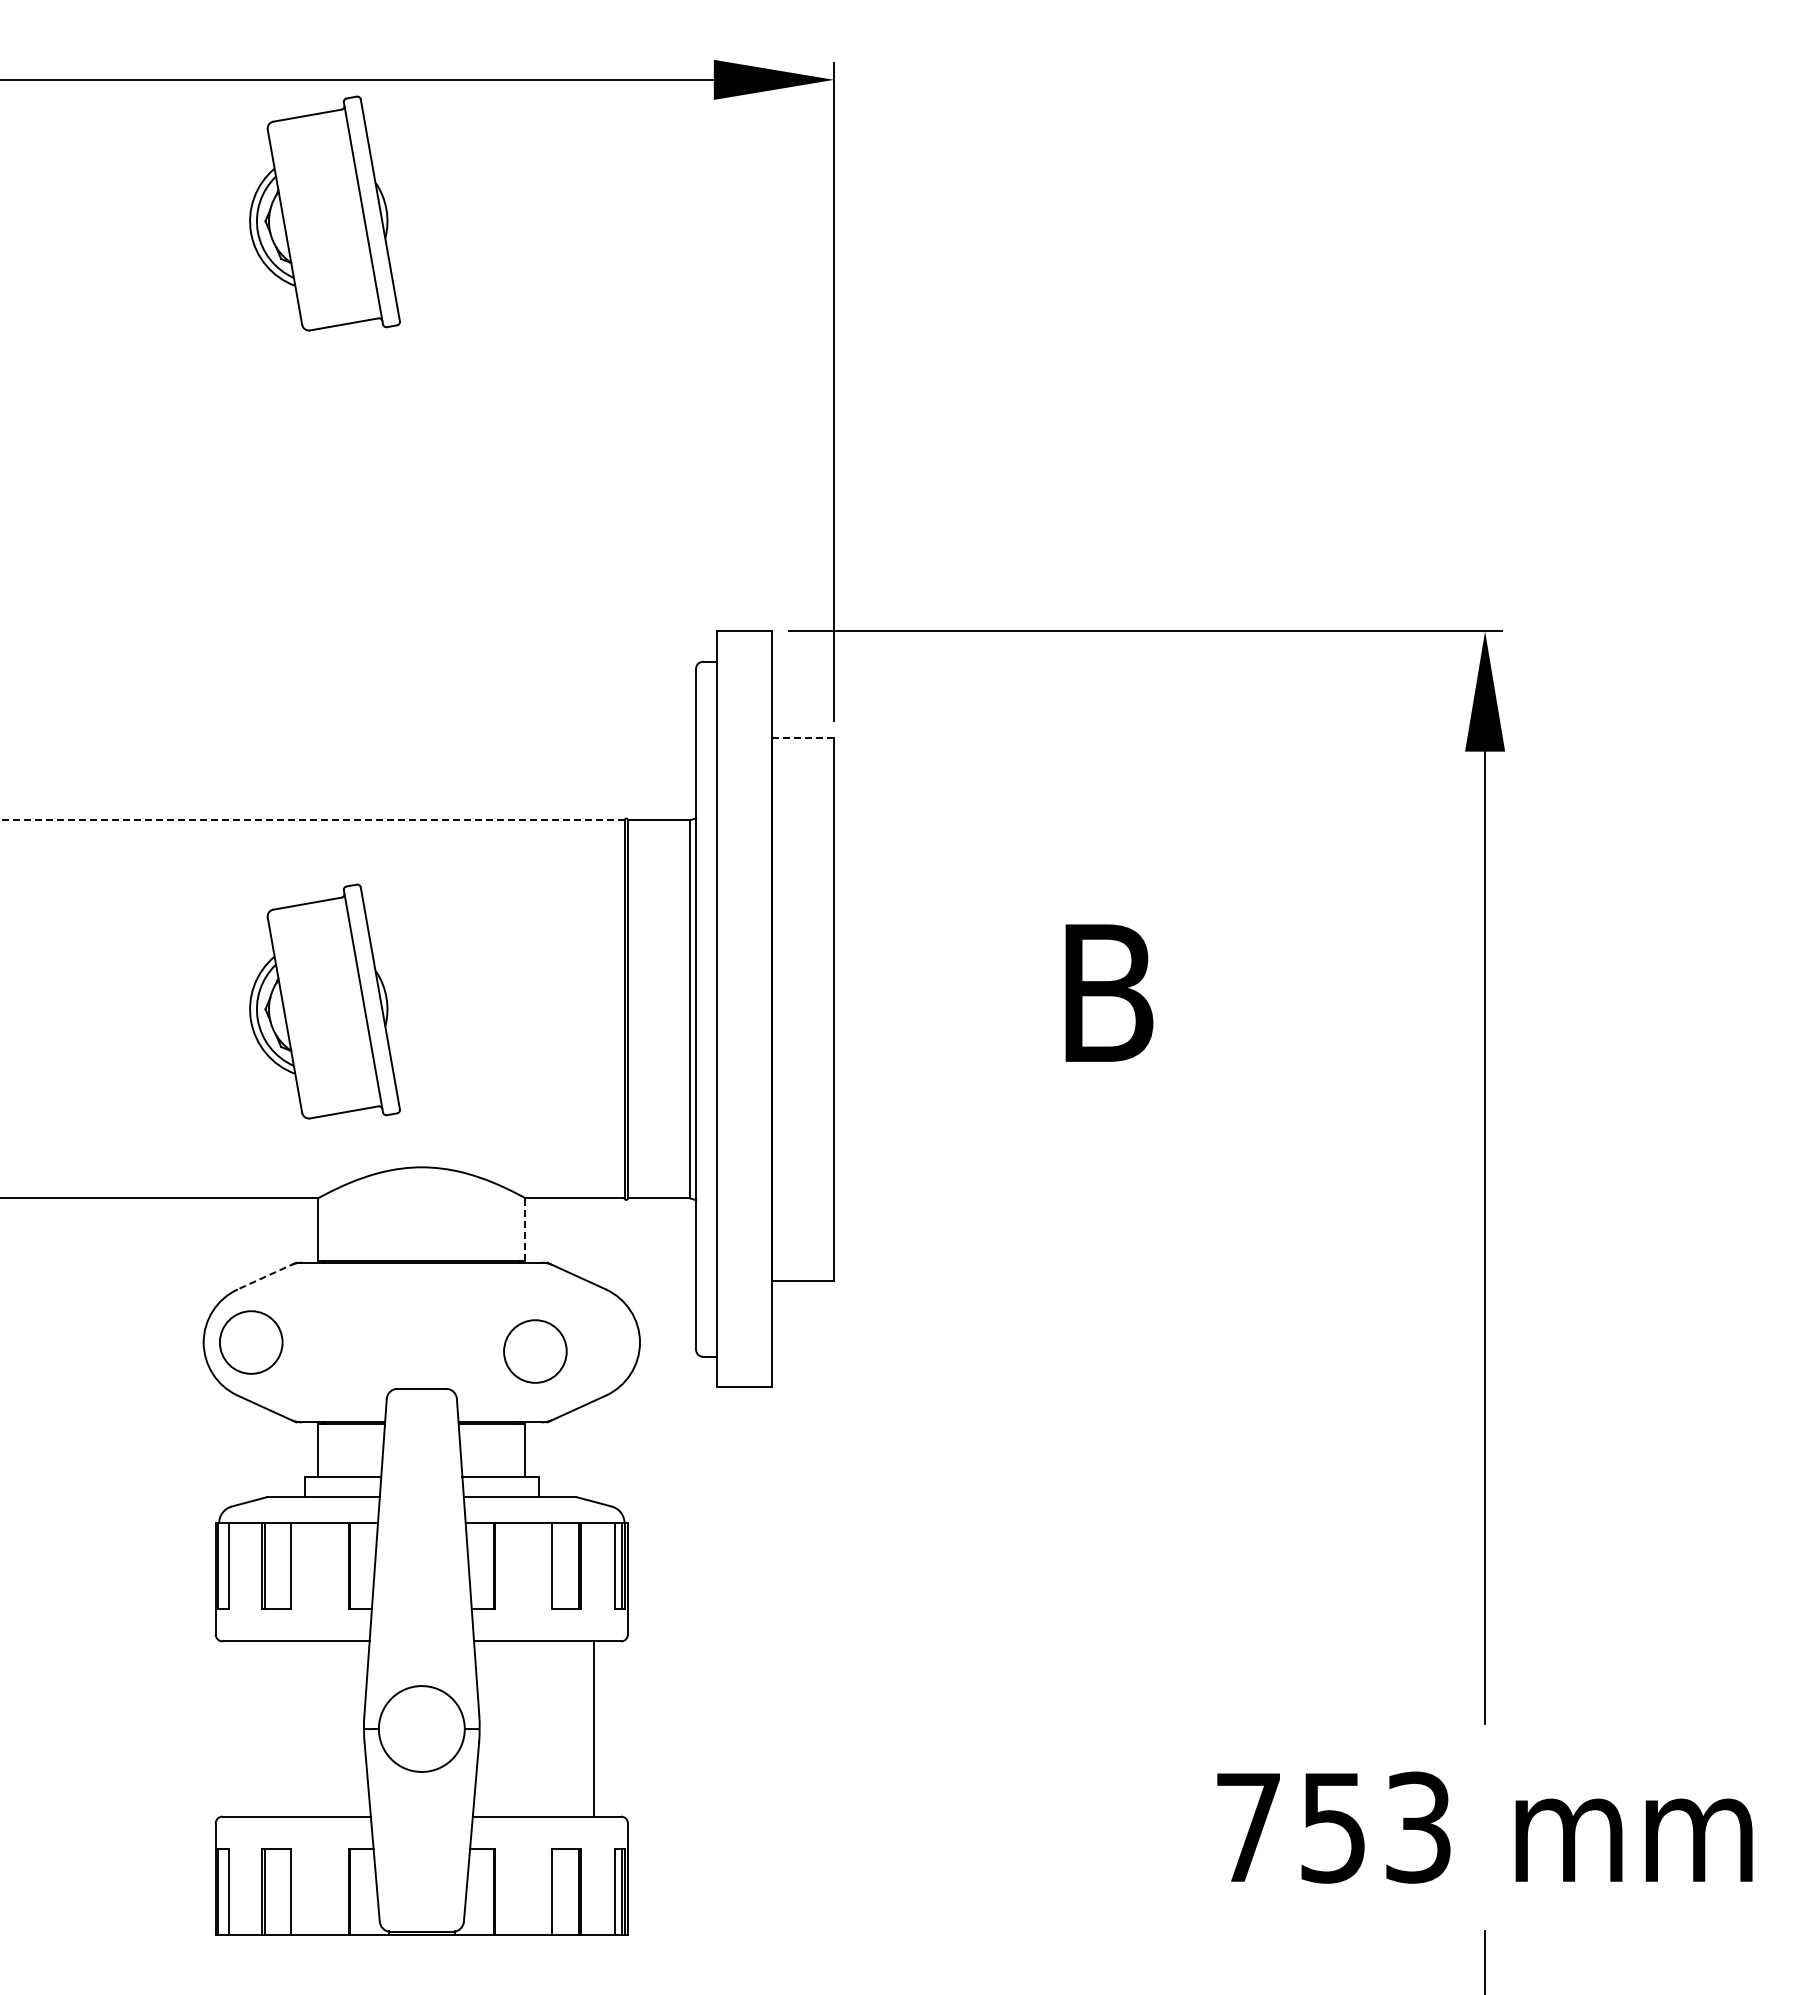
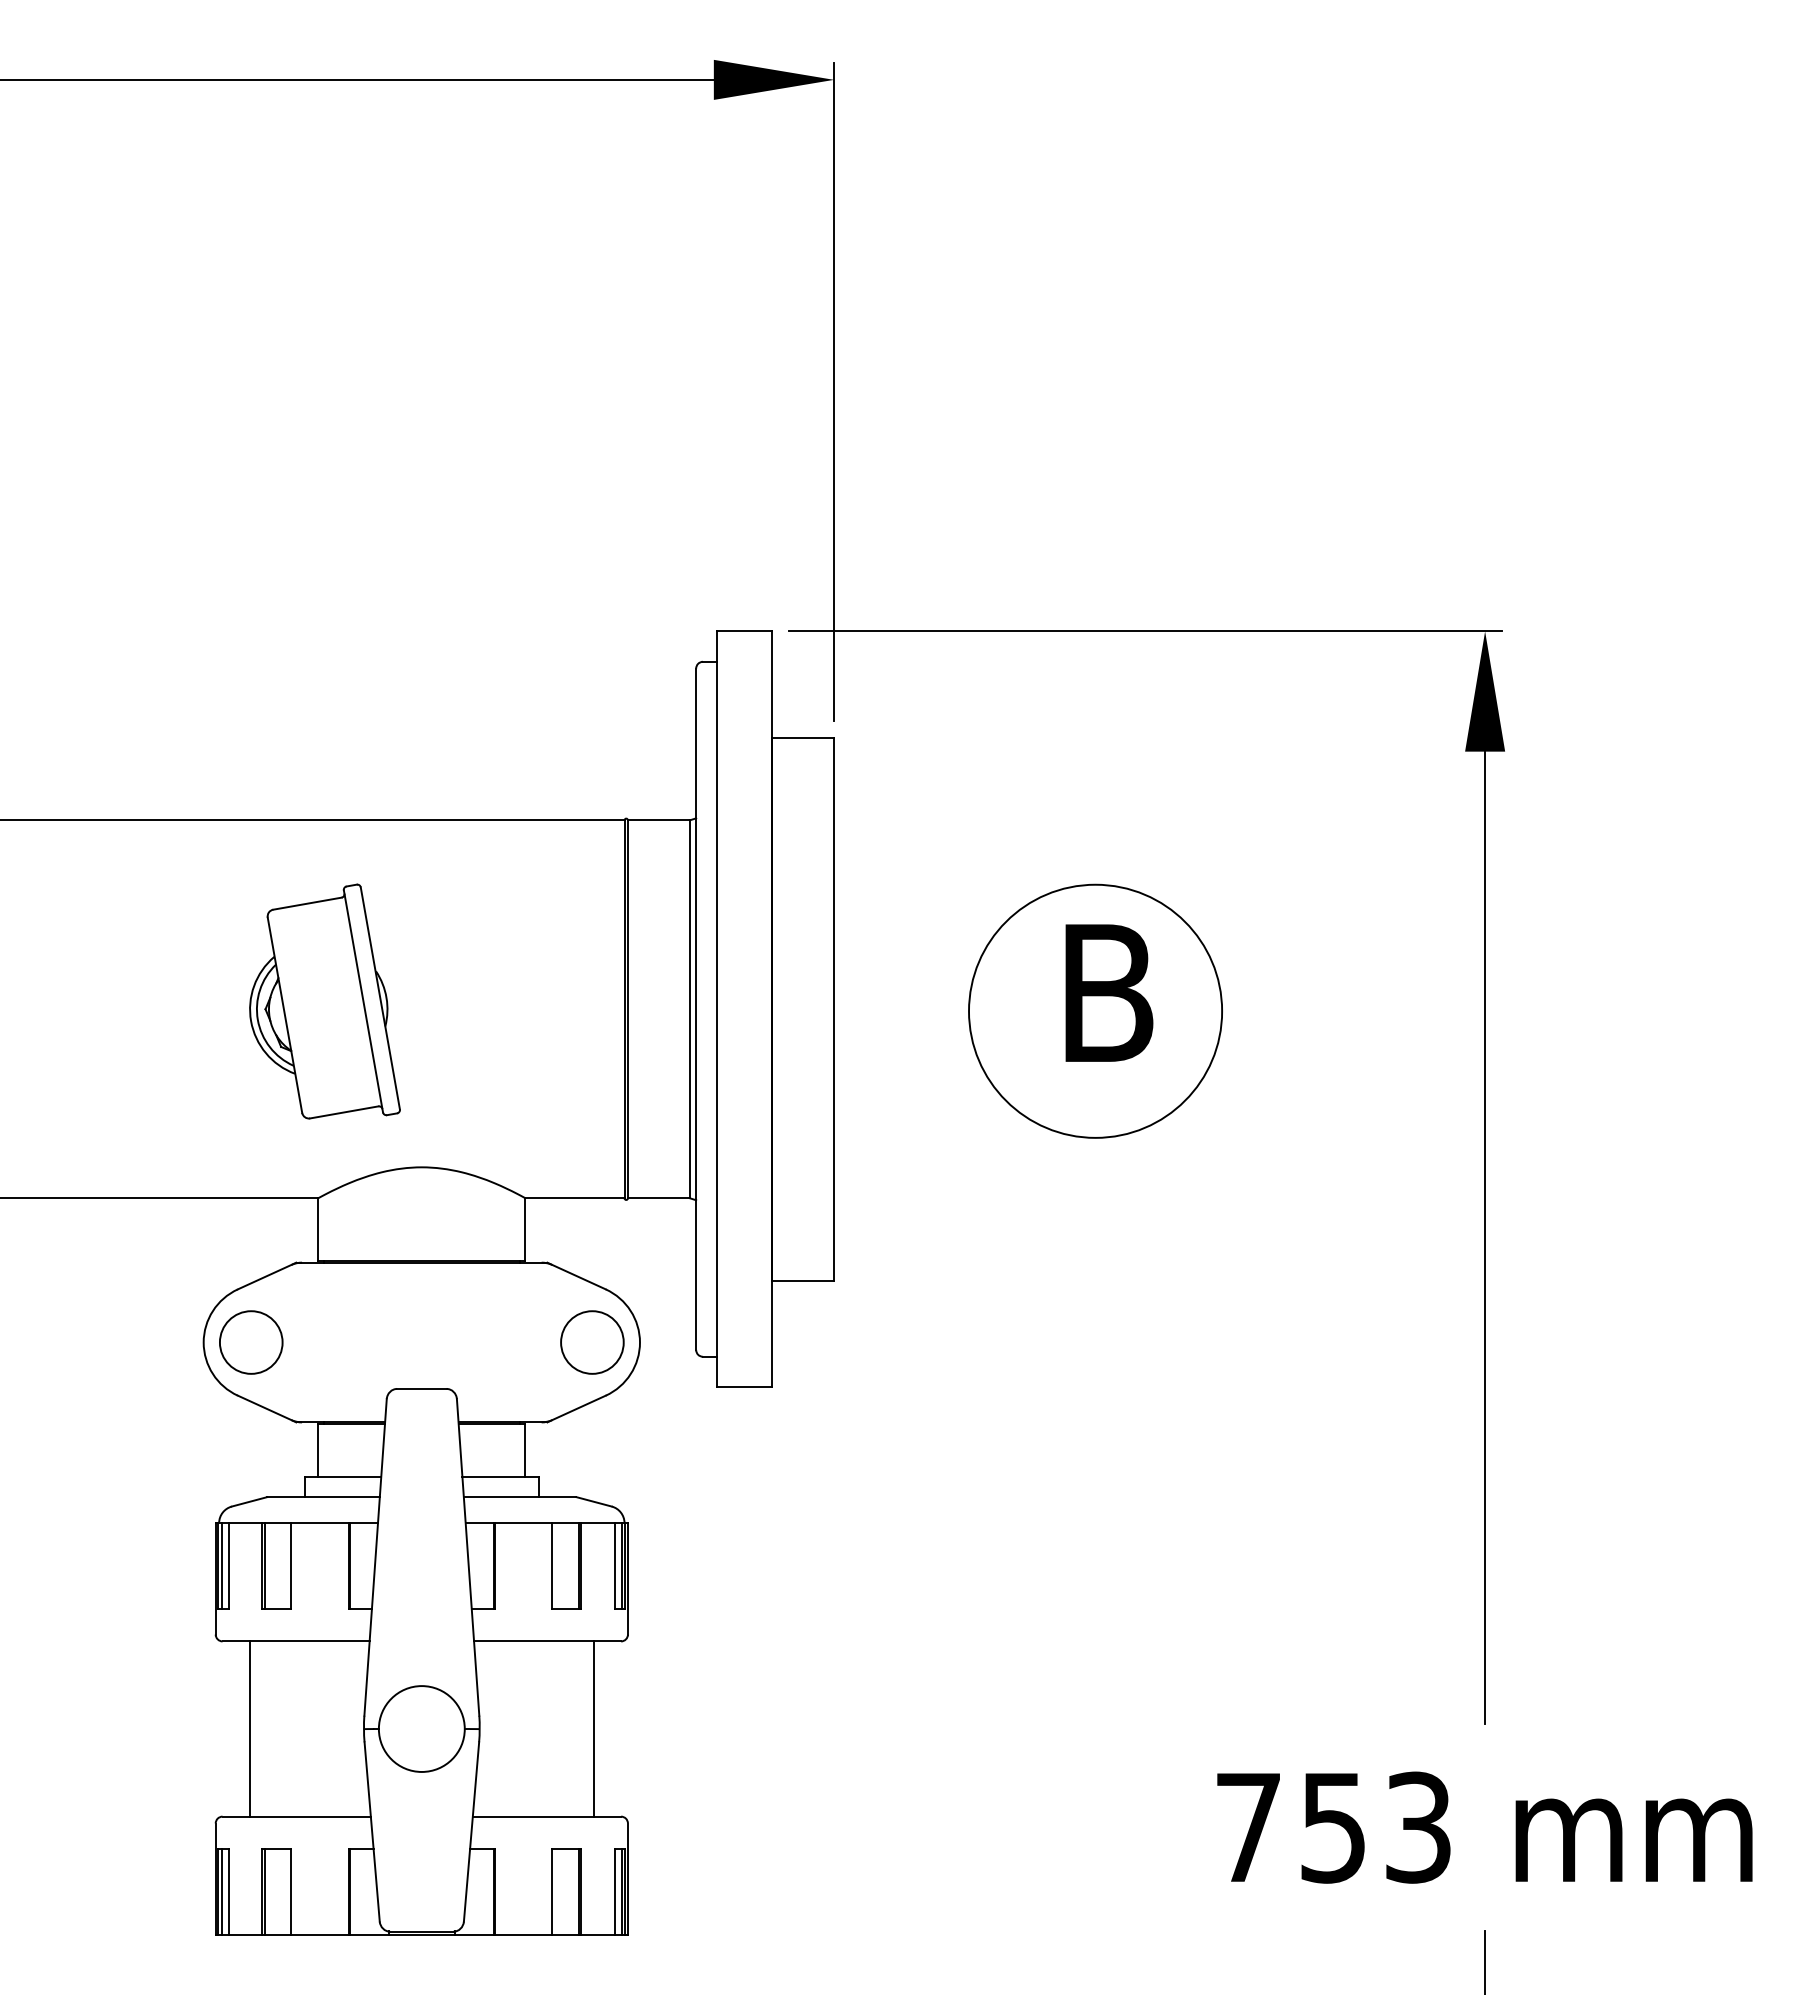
part at (324, 213): present -> none
line at (803, 737): dashed -> solid
line at (312, 820): dashed -> solid
circle at (1095, 1010): none -> present
line at (525, 1228): dashed -> solid
line at (266, 1276): dashed -> solid
circle at (535, 1351) position: (535, 1351) -> (592, 1342)
line at (221, 1565): none -> present
line at (250, 1728): none -> present
line at (221, 1892): none -> present
